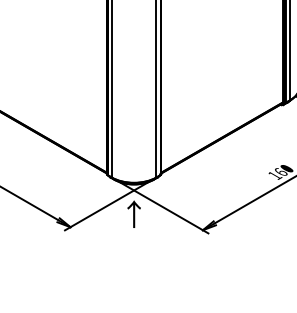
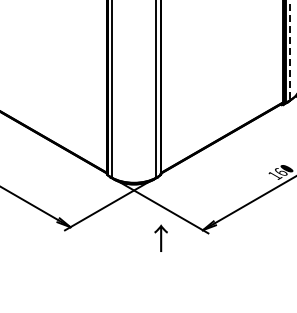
line at (290, 50): solid -> dashed
text at (133, 213) position: (133, 213) -> (160, 237)
